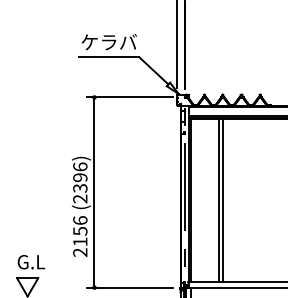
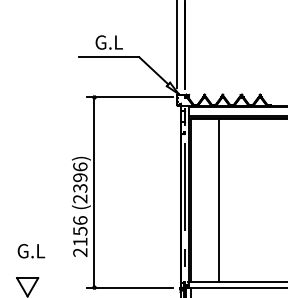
text at (108, 42): ケラバ -> G.L
line at (222, 200): present -> none
text at (31, 262) position: (31, 262) -> (31, 251)
